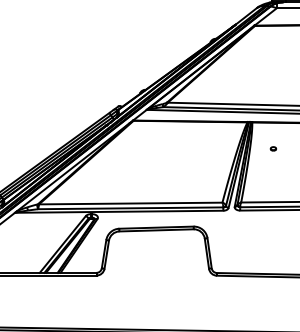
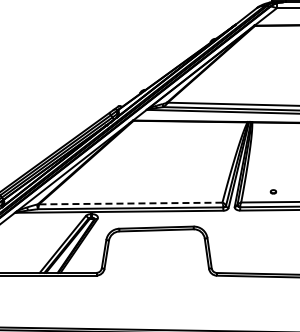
part at (272, 148) position: (272, 148) -> (272, 191)
line at (130, 203): solid -> dashed
